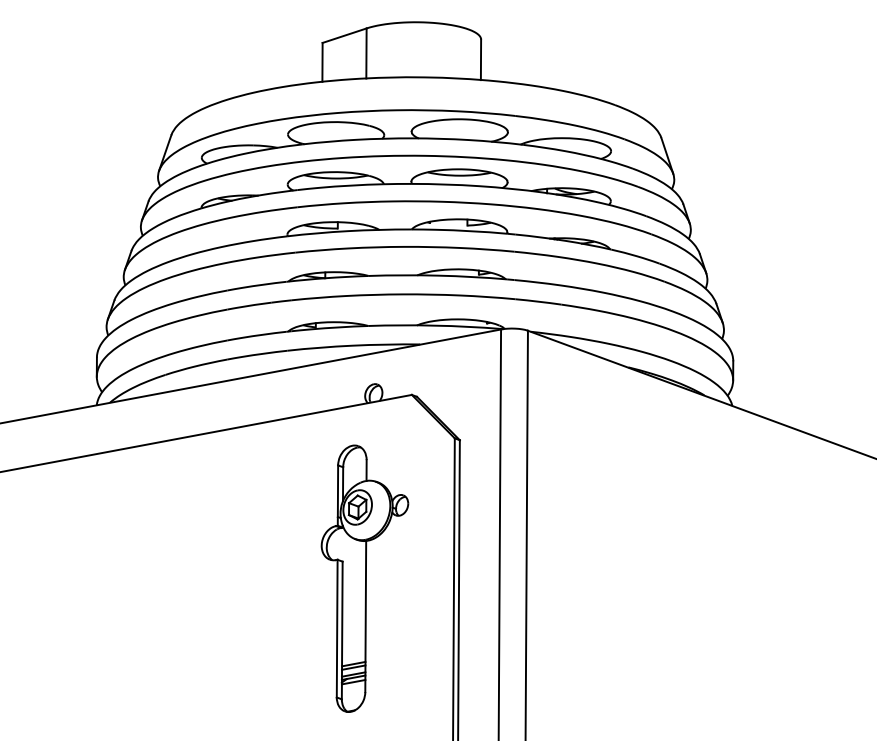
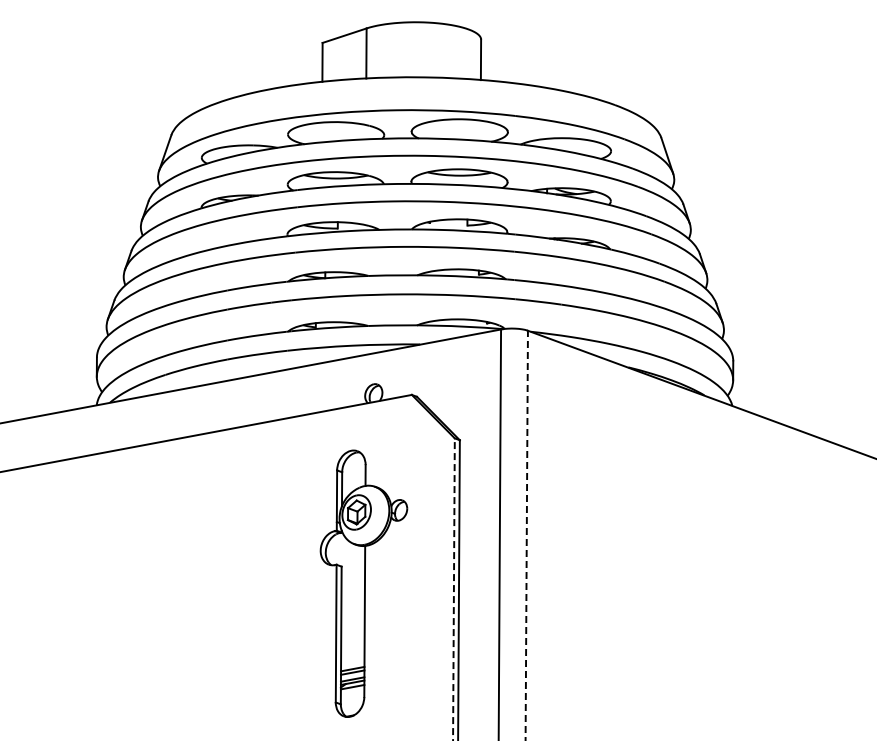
line at (526, 535): solid -> dashed
part at (364, 578) position: (364, 578) -> (363, 583)
line at (453, 589): solid -> dashed
